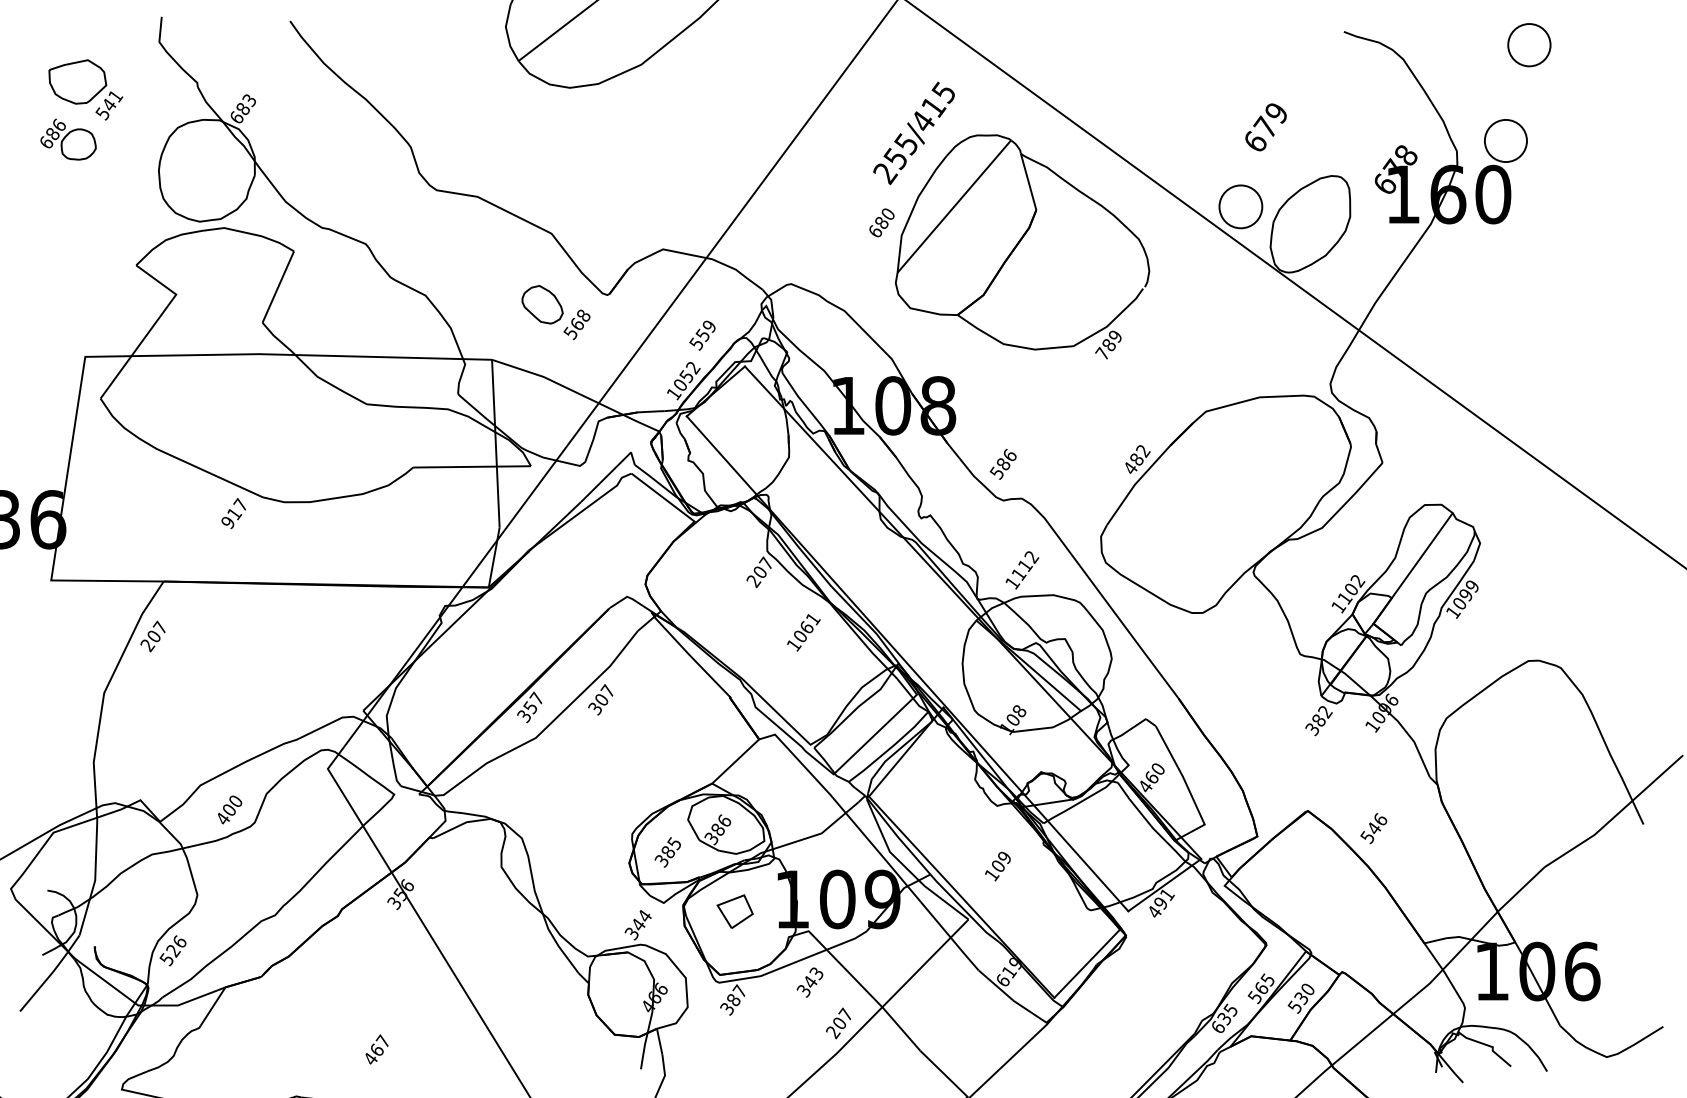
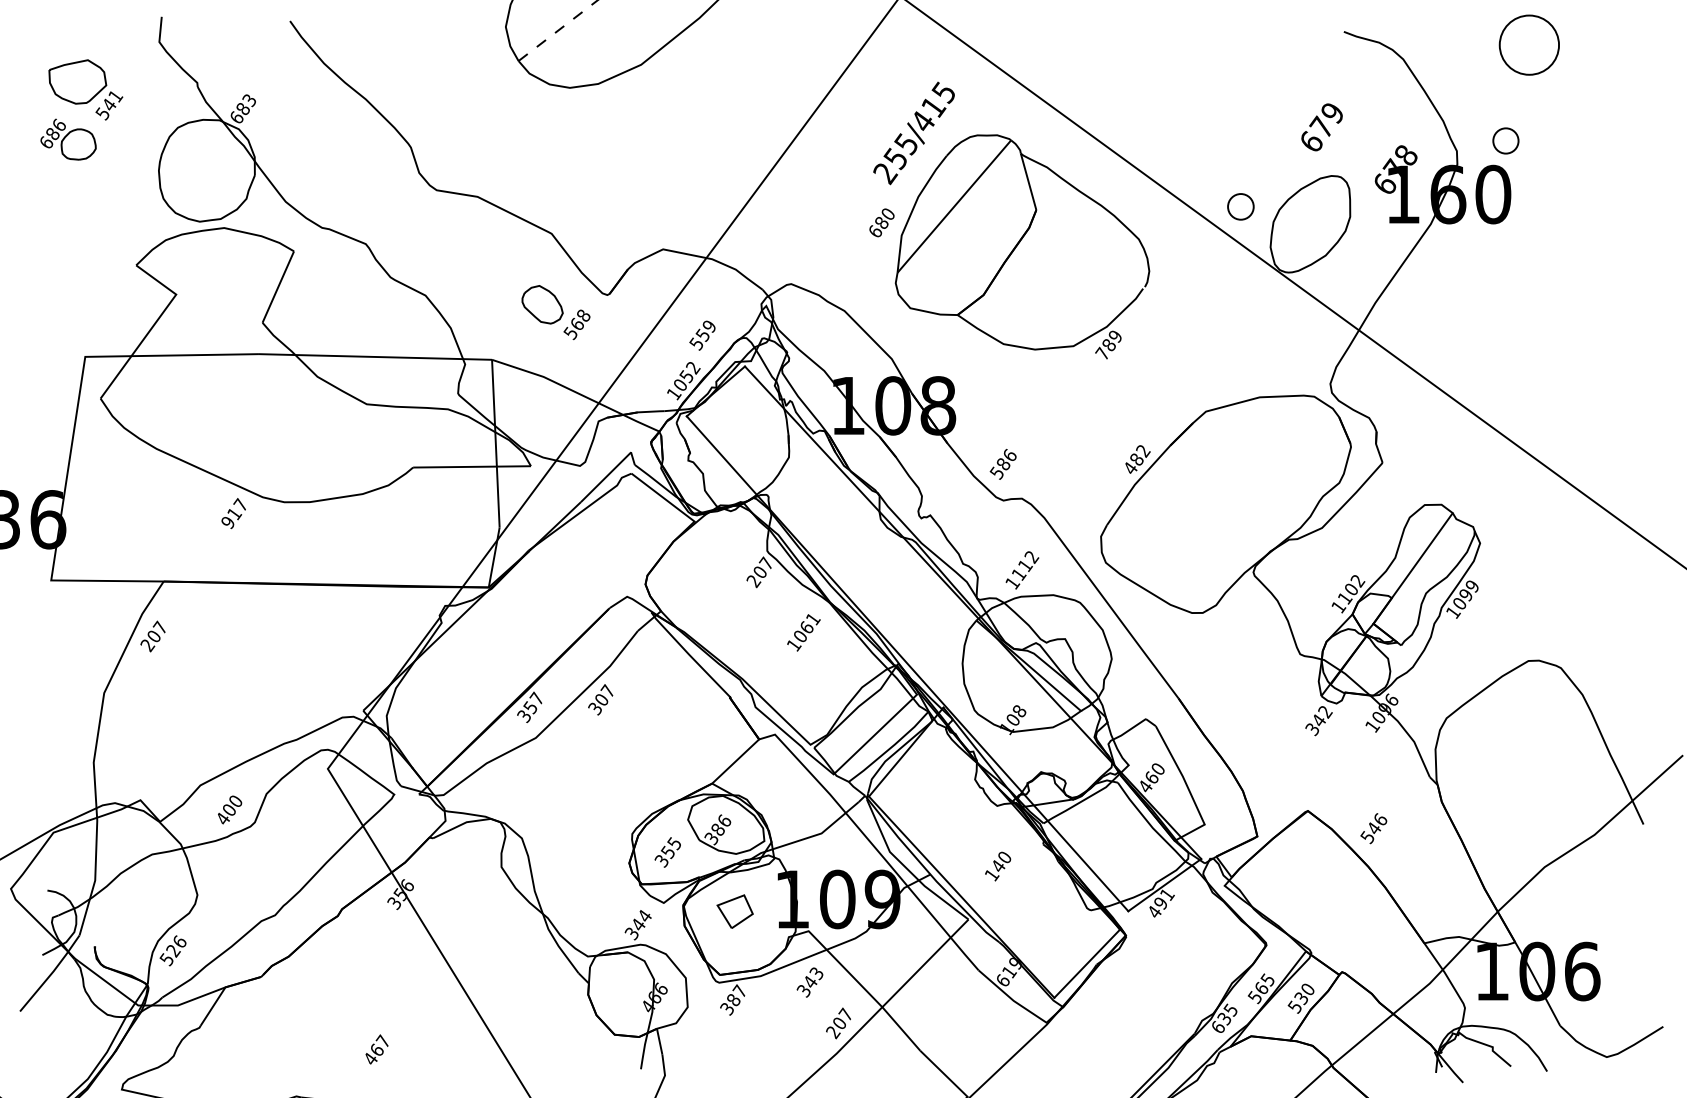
line at (558, 30): solid -> dashed
circle at (1529, 45) diameter: 42 px -> 59 px
text at (1265, 127) position: (1265, 127) -> (1321, 127)
circle at (1505, 140) diameter: 42 px -> 25 px
circle at (1240, 206) diameter: 43 px -> 26 px
text at (1318, 720): 382 -> 342
text at (667, 852): 385 -> 355
text at (1001, 862): 109 -> 140
